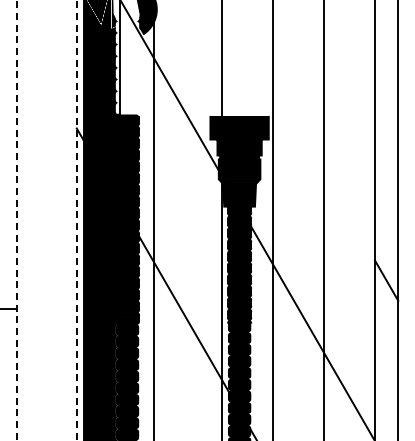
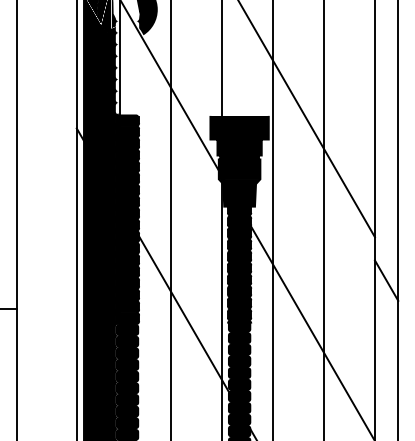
line at (306, 119): none -> present
line at (154, 219) position: (154, 219) -> (171, 219)
line at (16, 220): dashed -> solid
line at (76, 220): dashed -> solid
